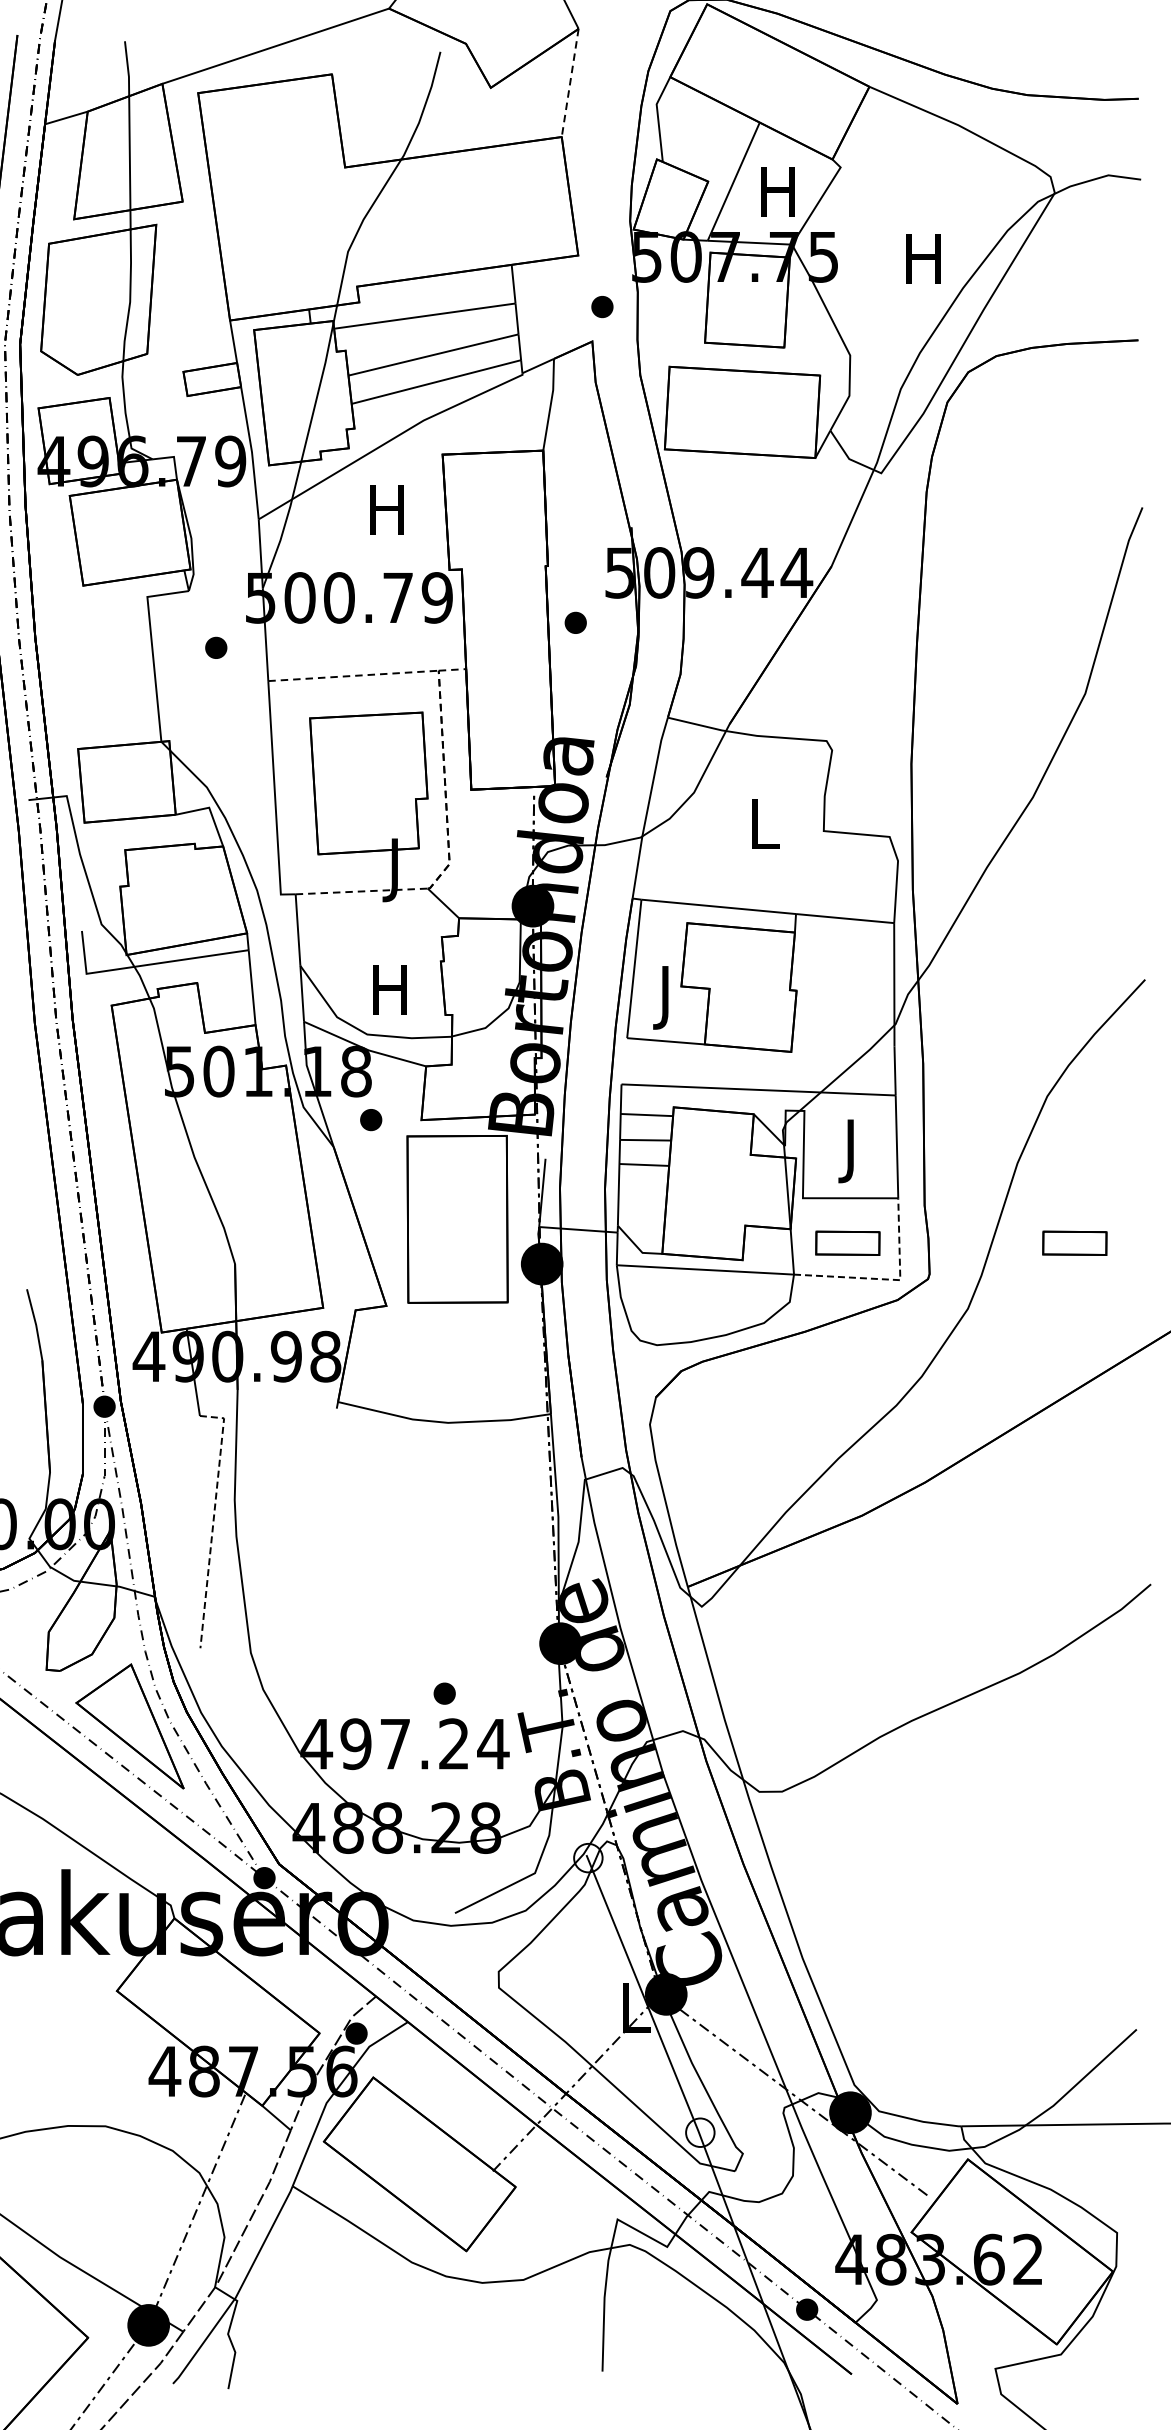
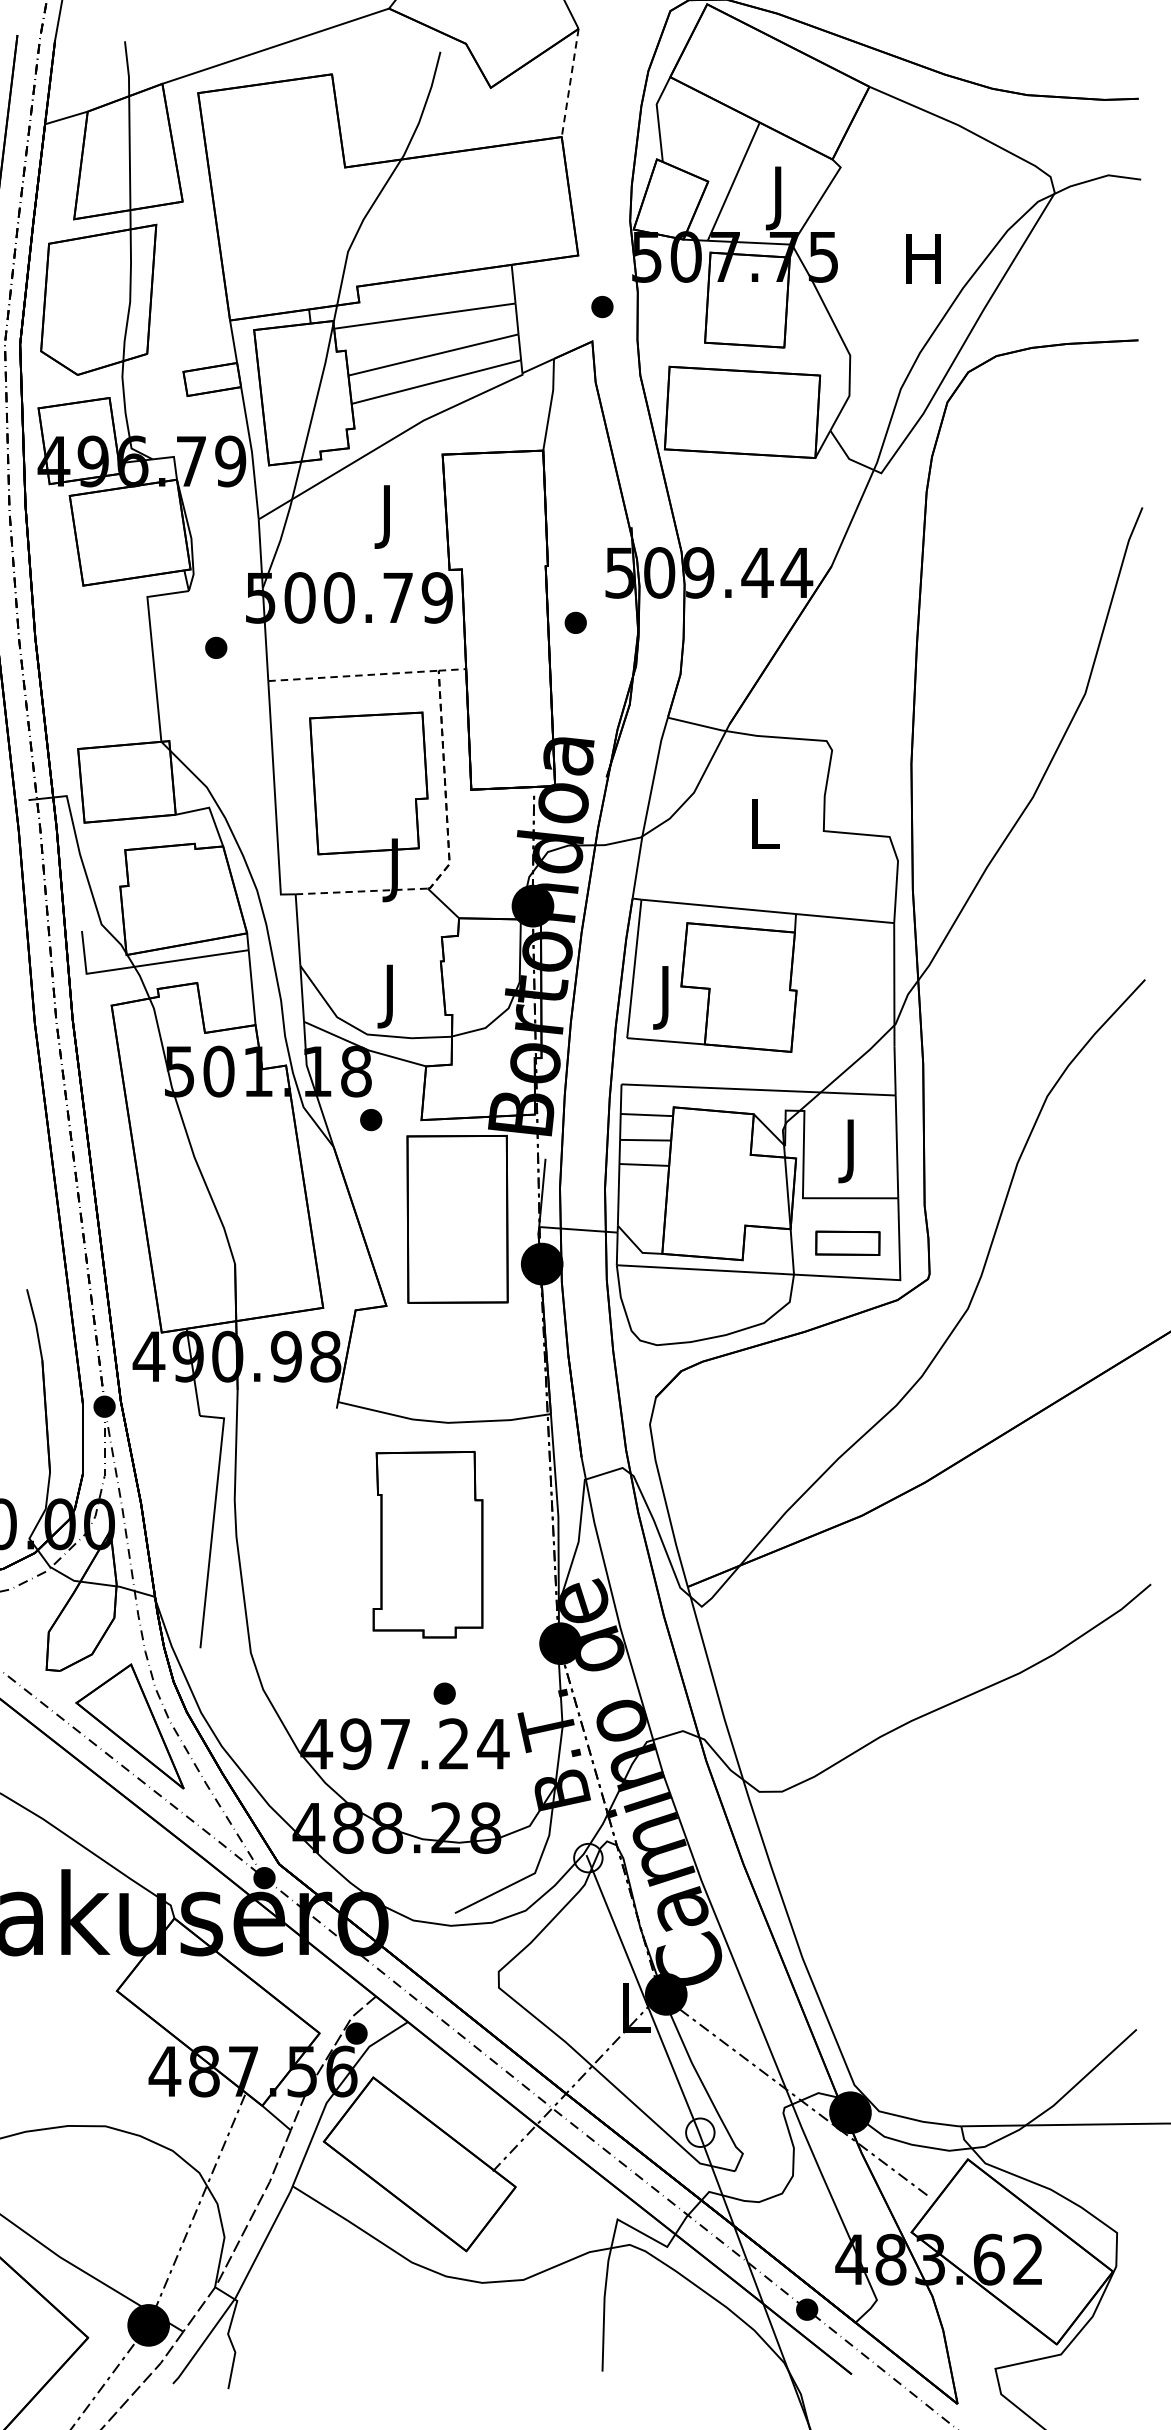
text at (777, 198): H -> J
text at (386, 516): H -> J
text at (389, 996): H -> J
part at (1074, 1242): present -> none
line at (888, 1279): dashed -> solid
line at (213, 1520): dashed -> solid
part at (427, 1544): none -> present
